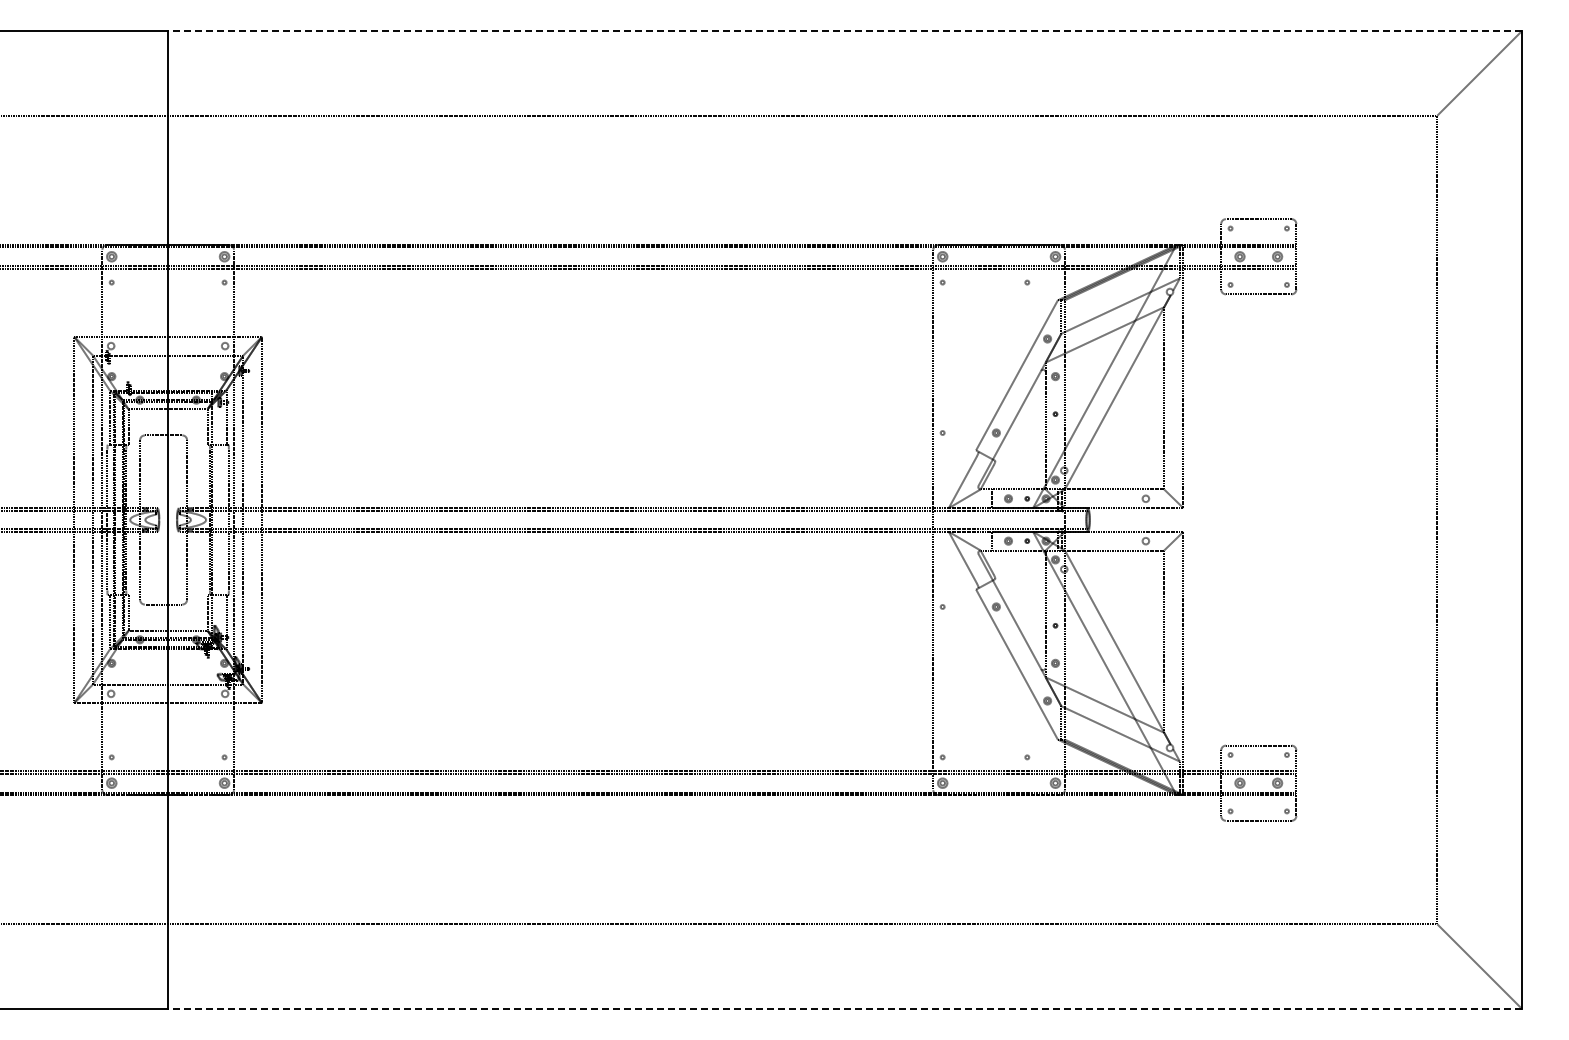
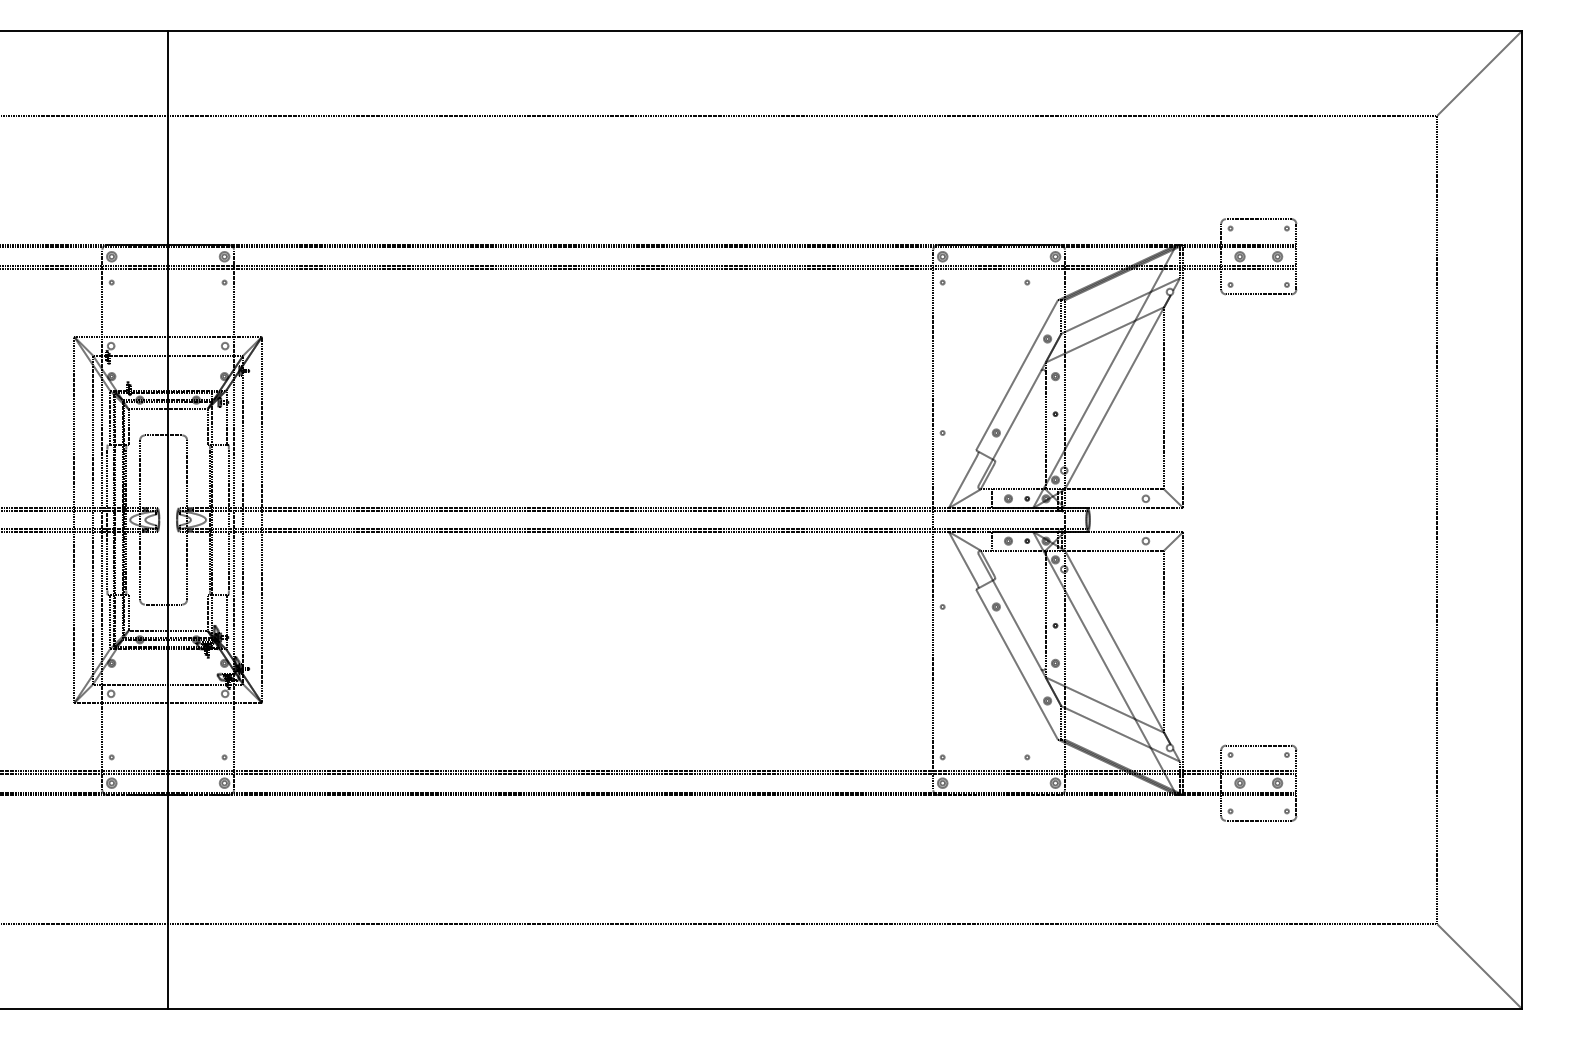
line at (845, 31): dashed -> solid
line at (845, 1008): dashed -> solid
